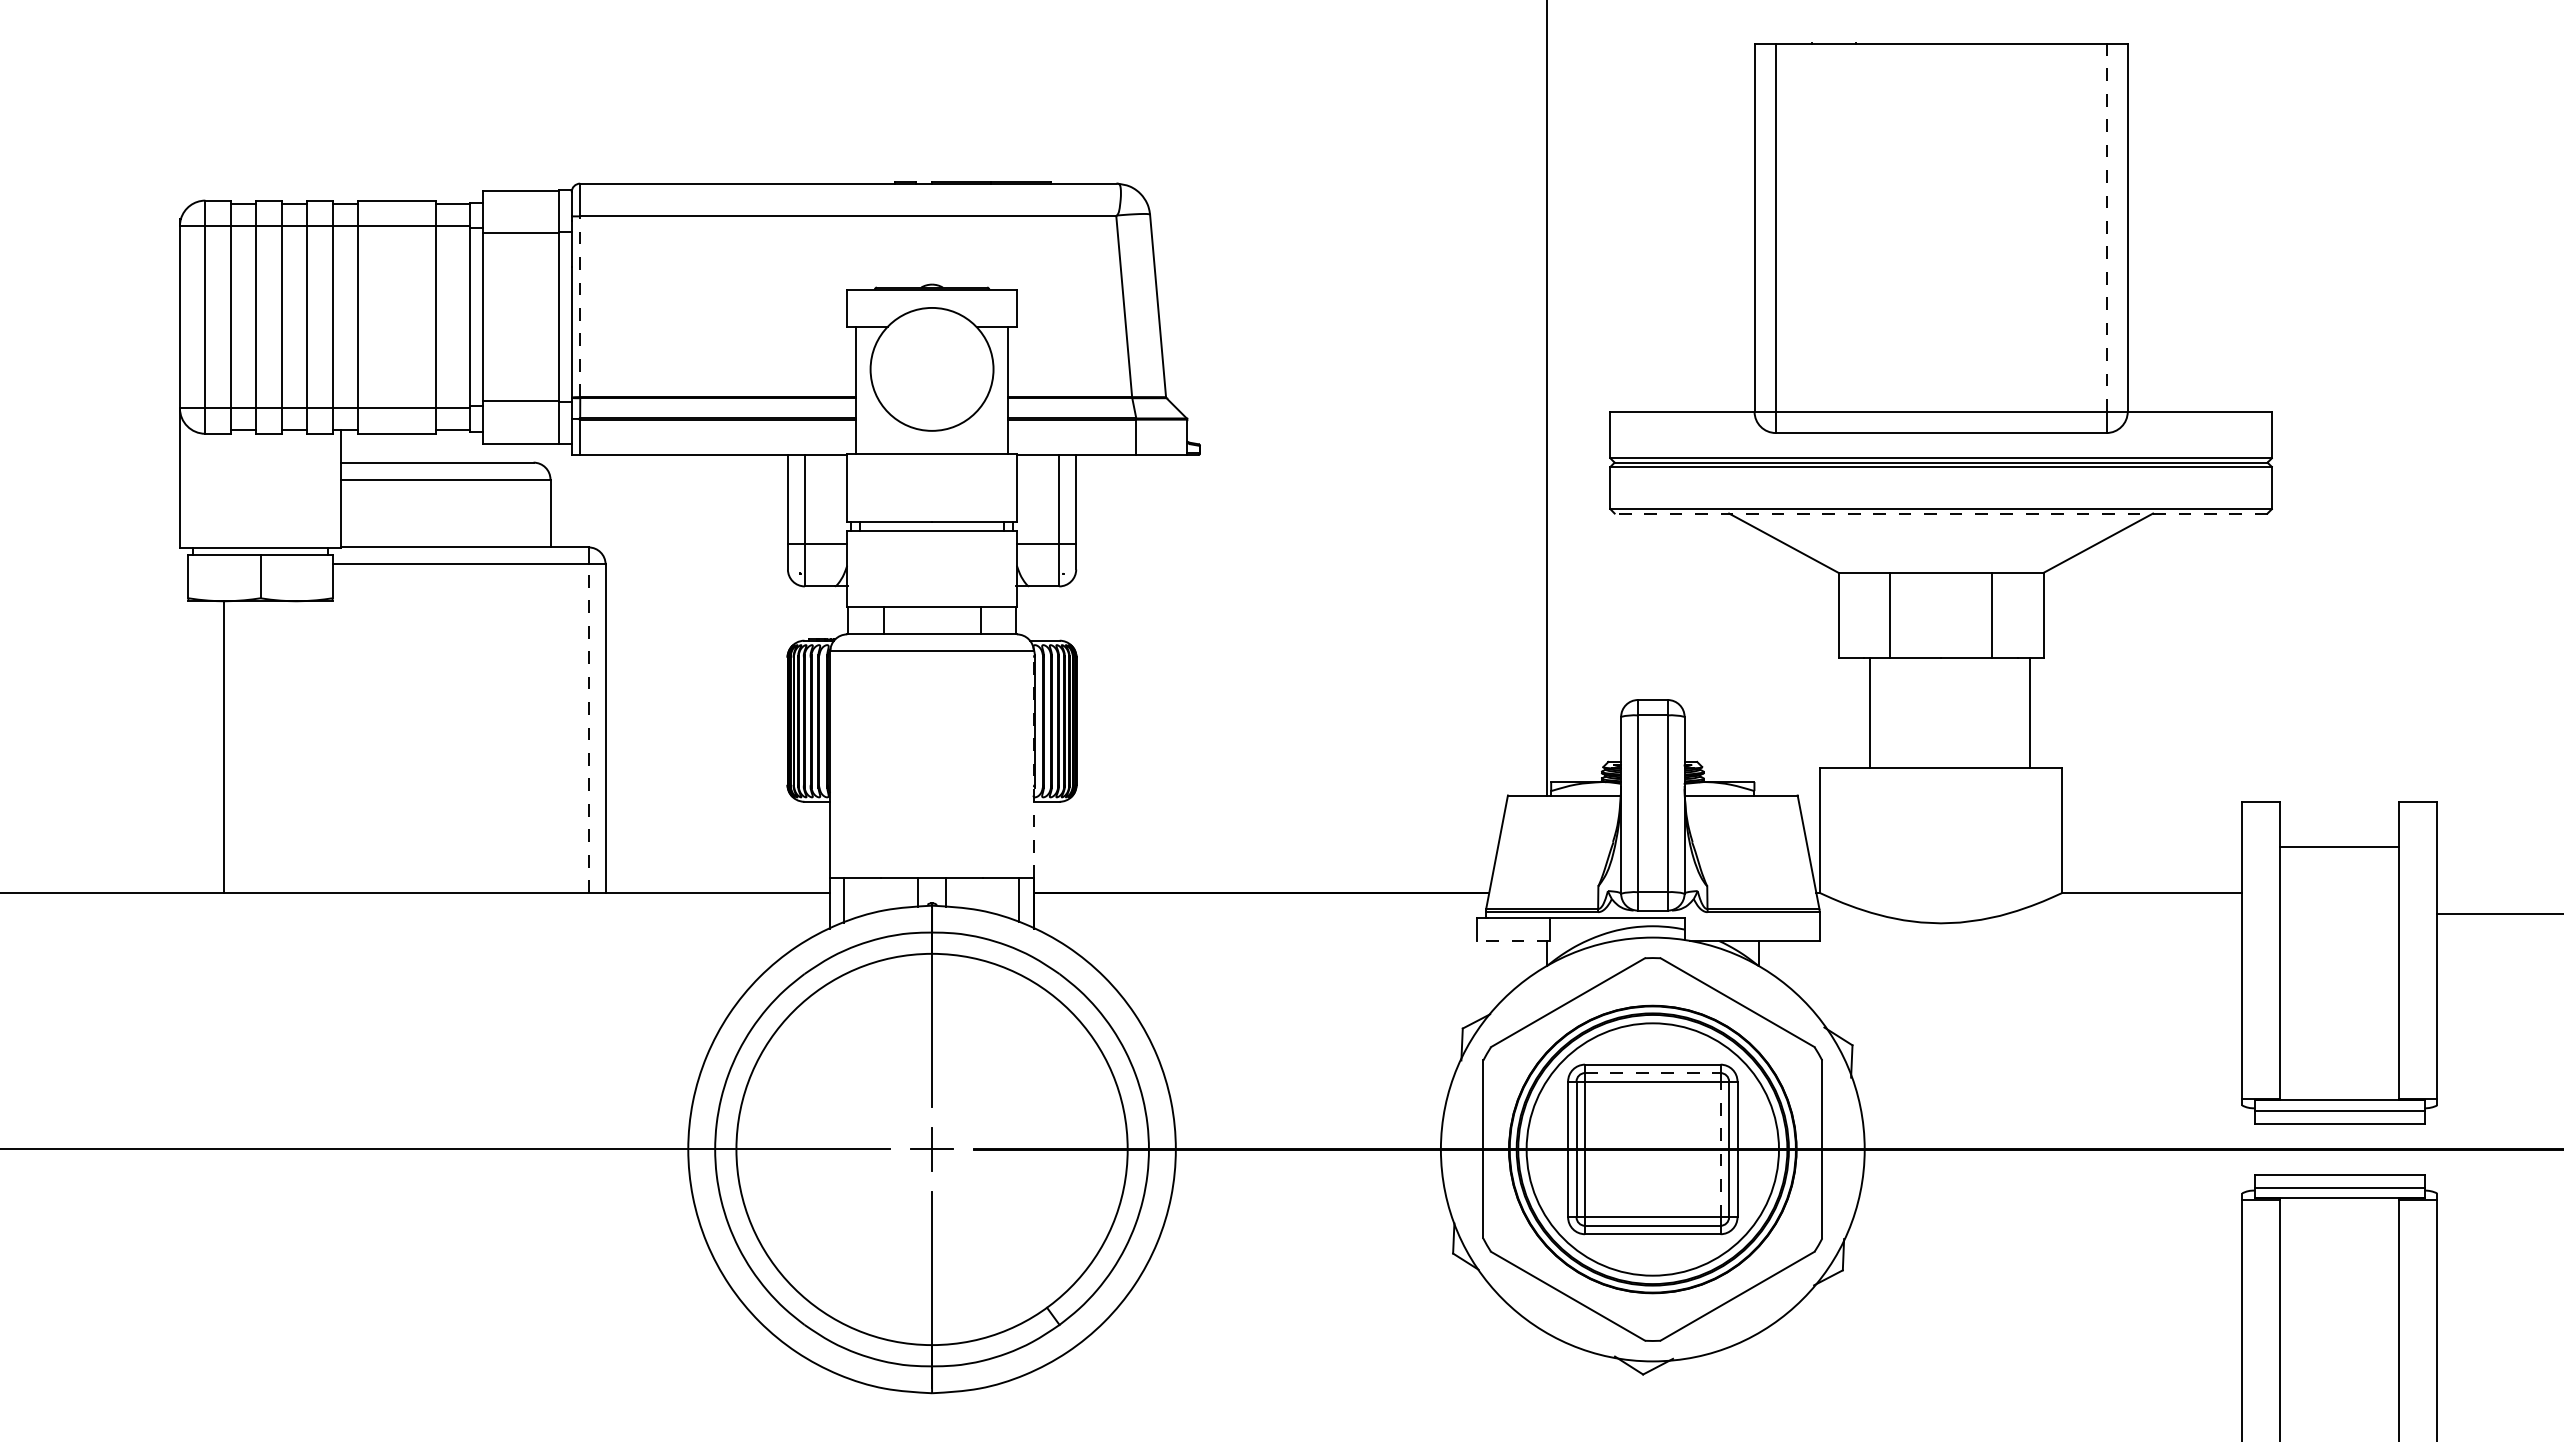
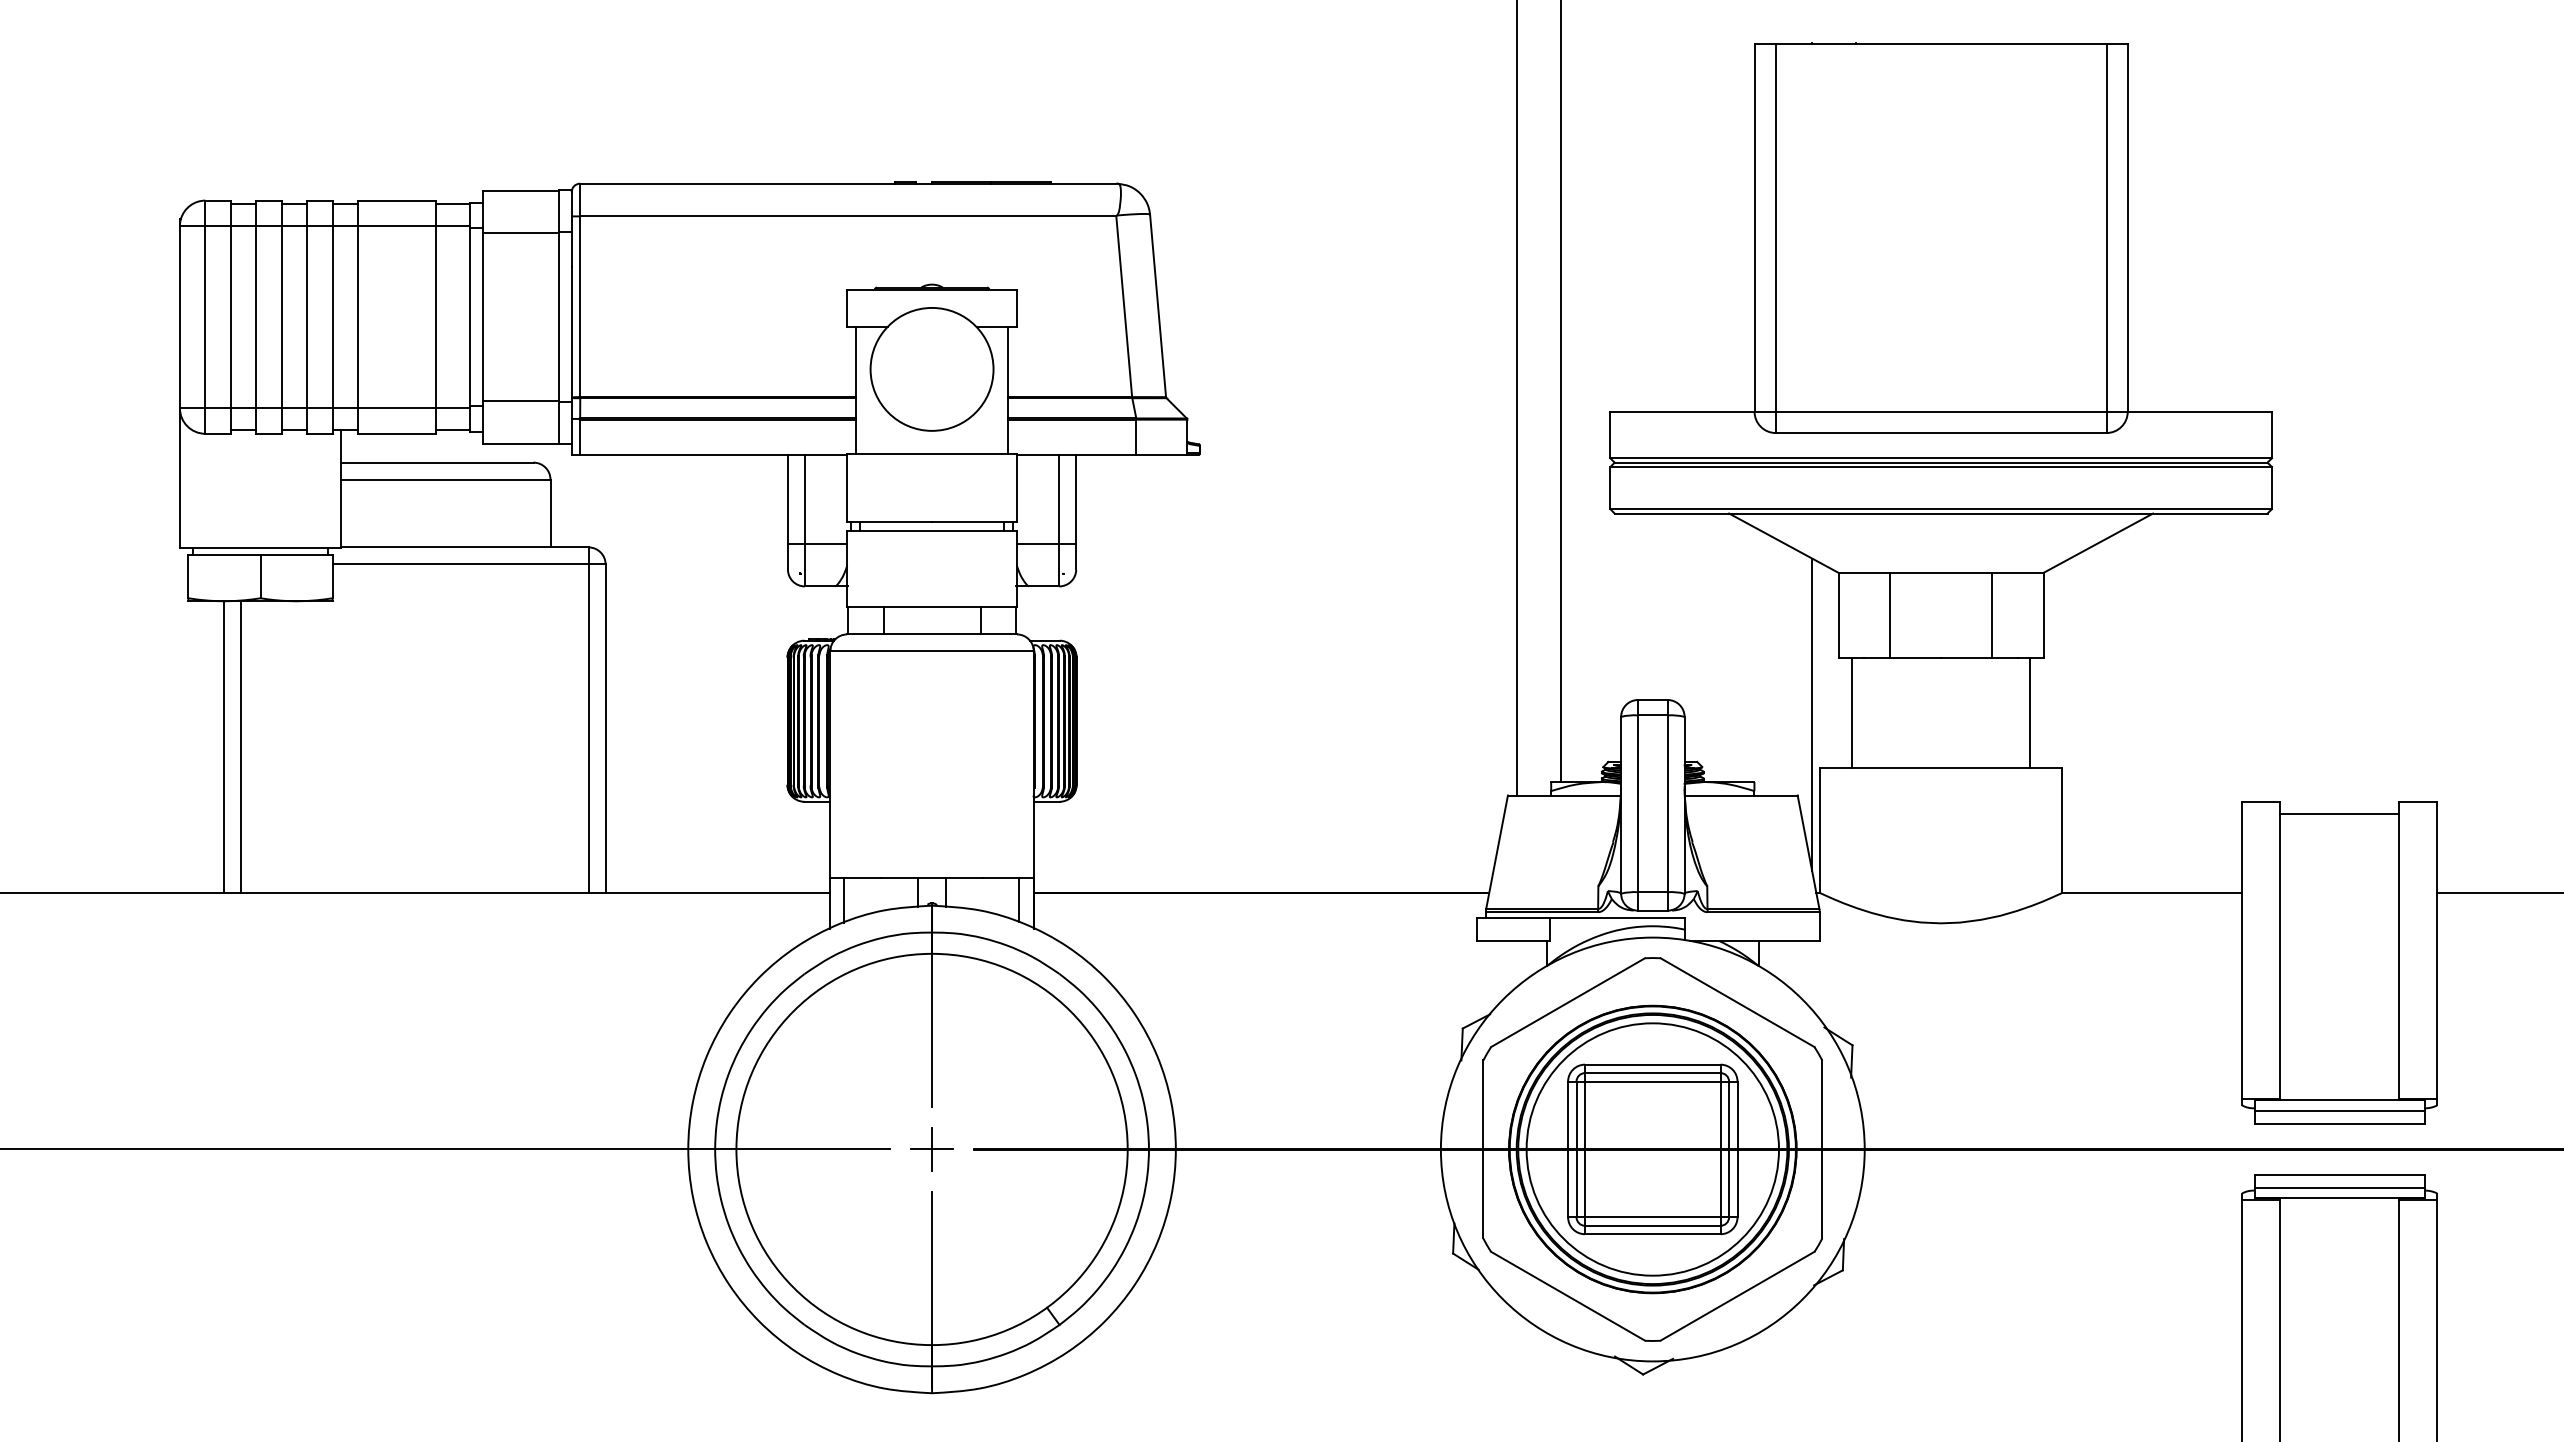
line at (2106, 227): dashed -> solid
line at (580, 306): dashed -> solid
line at (1561, 392): none -> present
line at (1547, 398) position: (1547, 398) -> (1517, 398)
line at (1940, 513): dashed -> solid
line at (1870, 712) position: (1870, 712) -> (1852, 712)
line at (1812, 714): none -> present
line at (588, 728): dashed -> solid
line at (241, 746): none -> present
line at (1033, 764): dashed -> solid
line at (2339, 847) position: (2339, 847) -> (2339, 814)
line at (2498, 913) position: (2498, 913) -> (2498, 892)
line at (1513, 940): dashed -> solid
line at (1652, 1073): dashed -> solid
line at (1720, 1149): dashed -> solid
